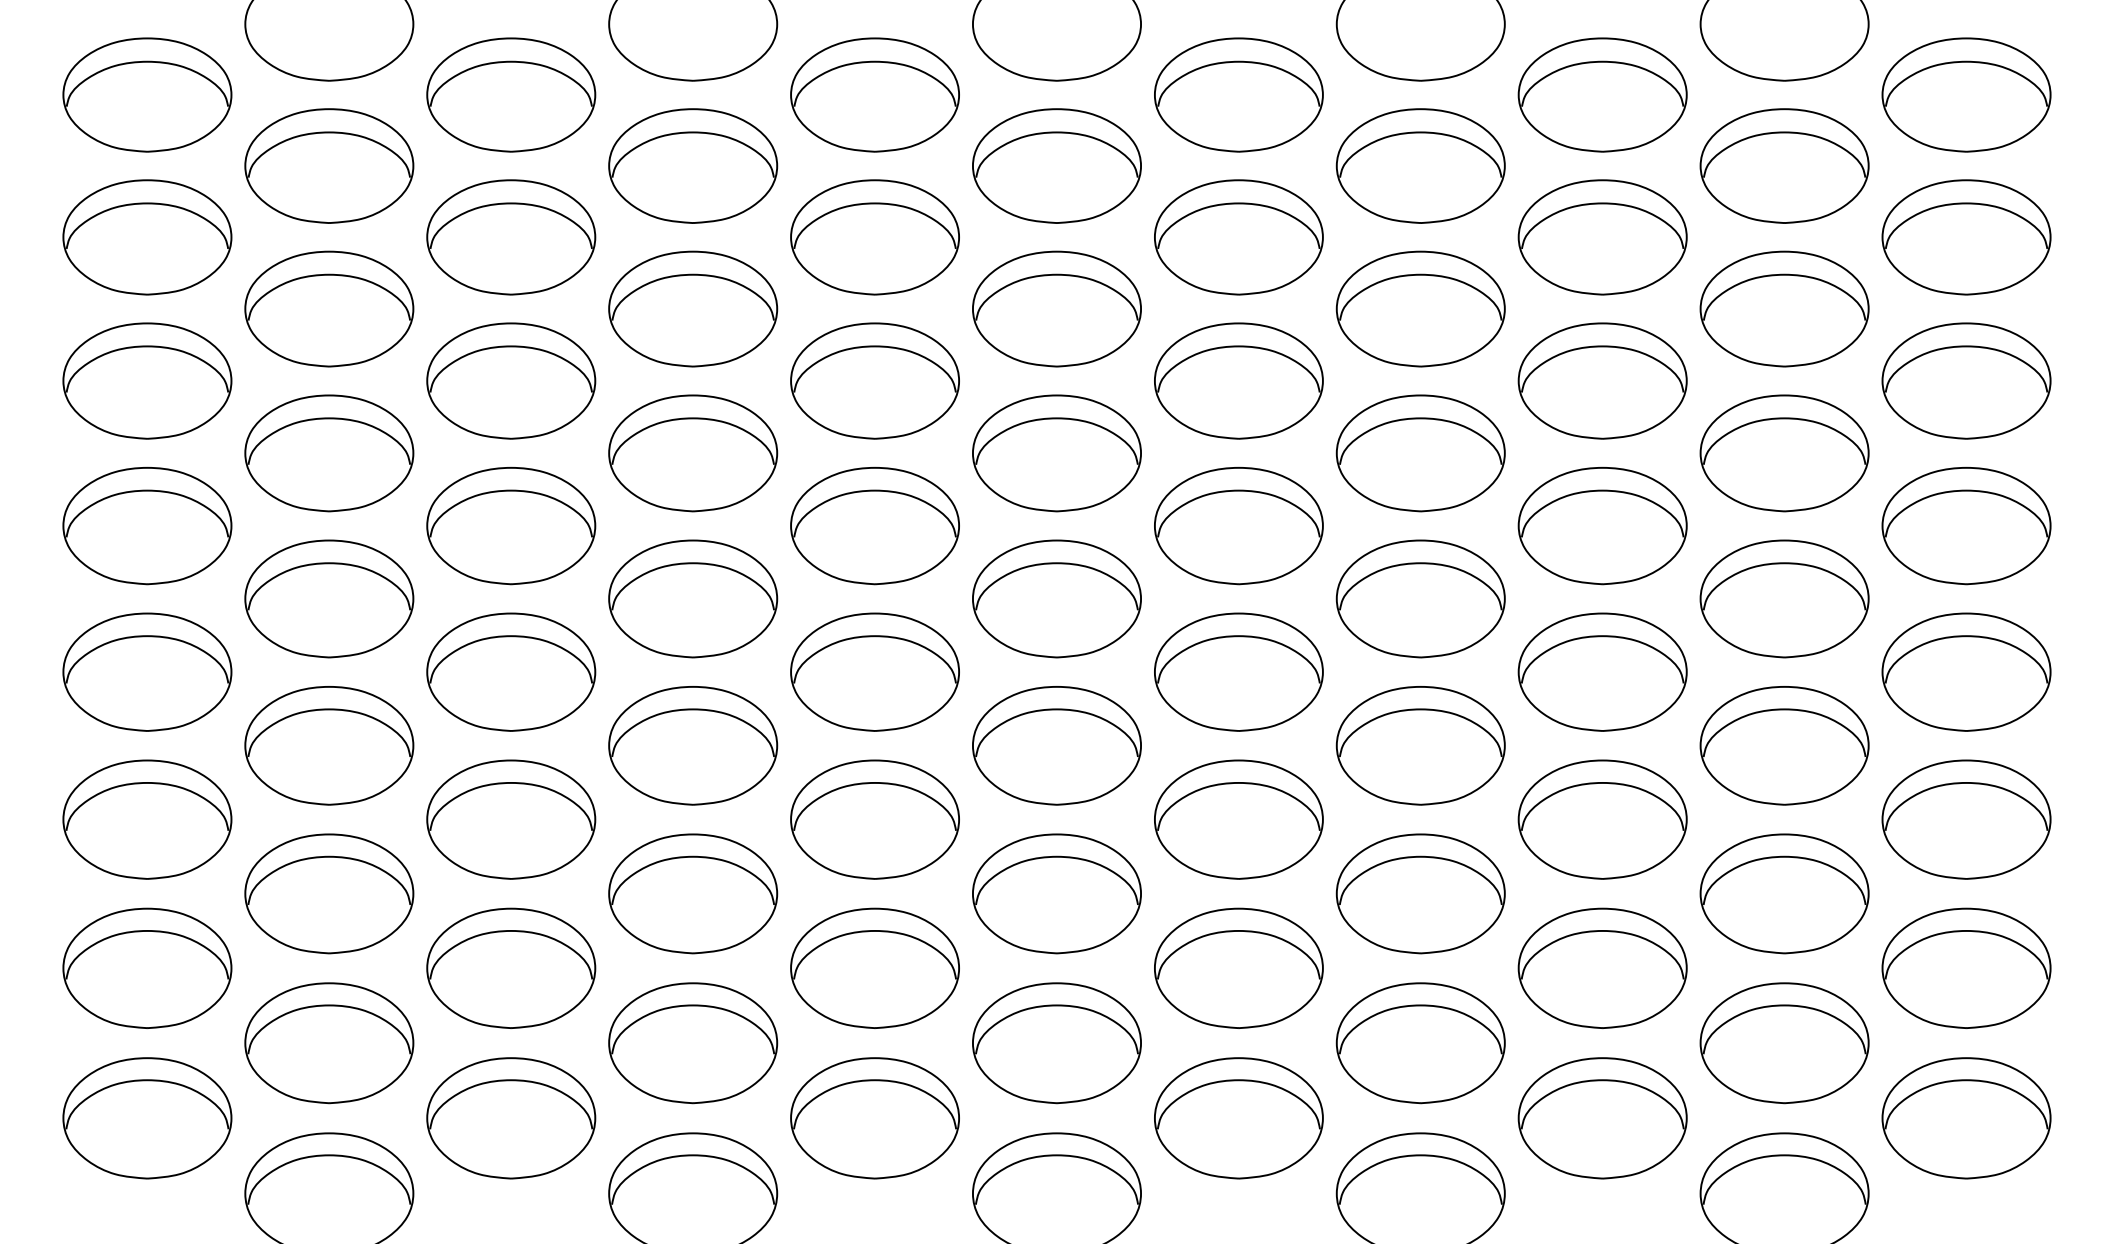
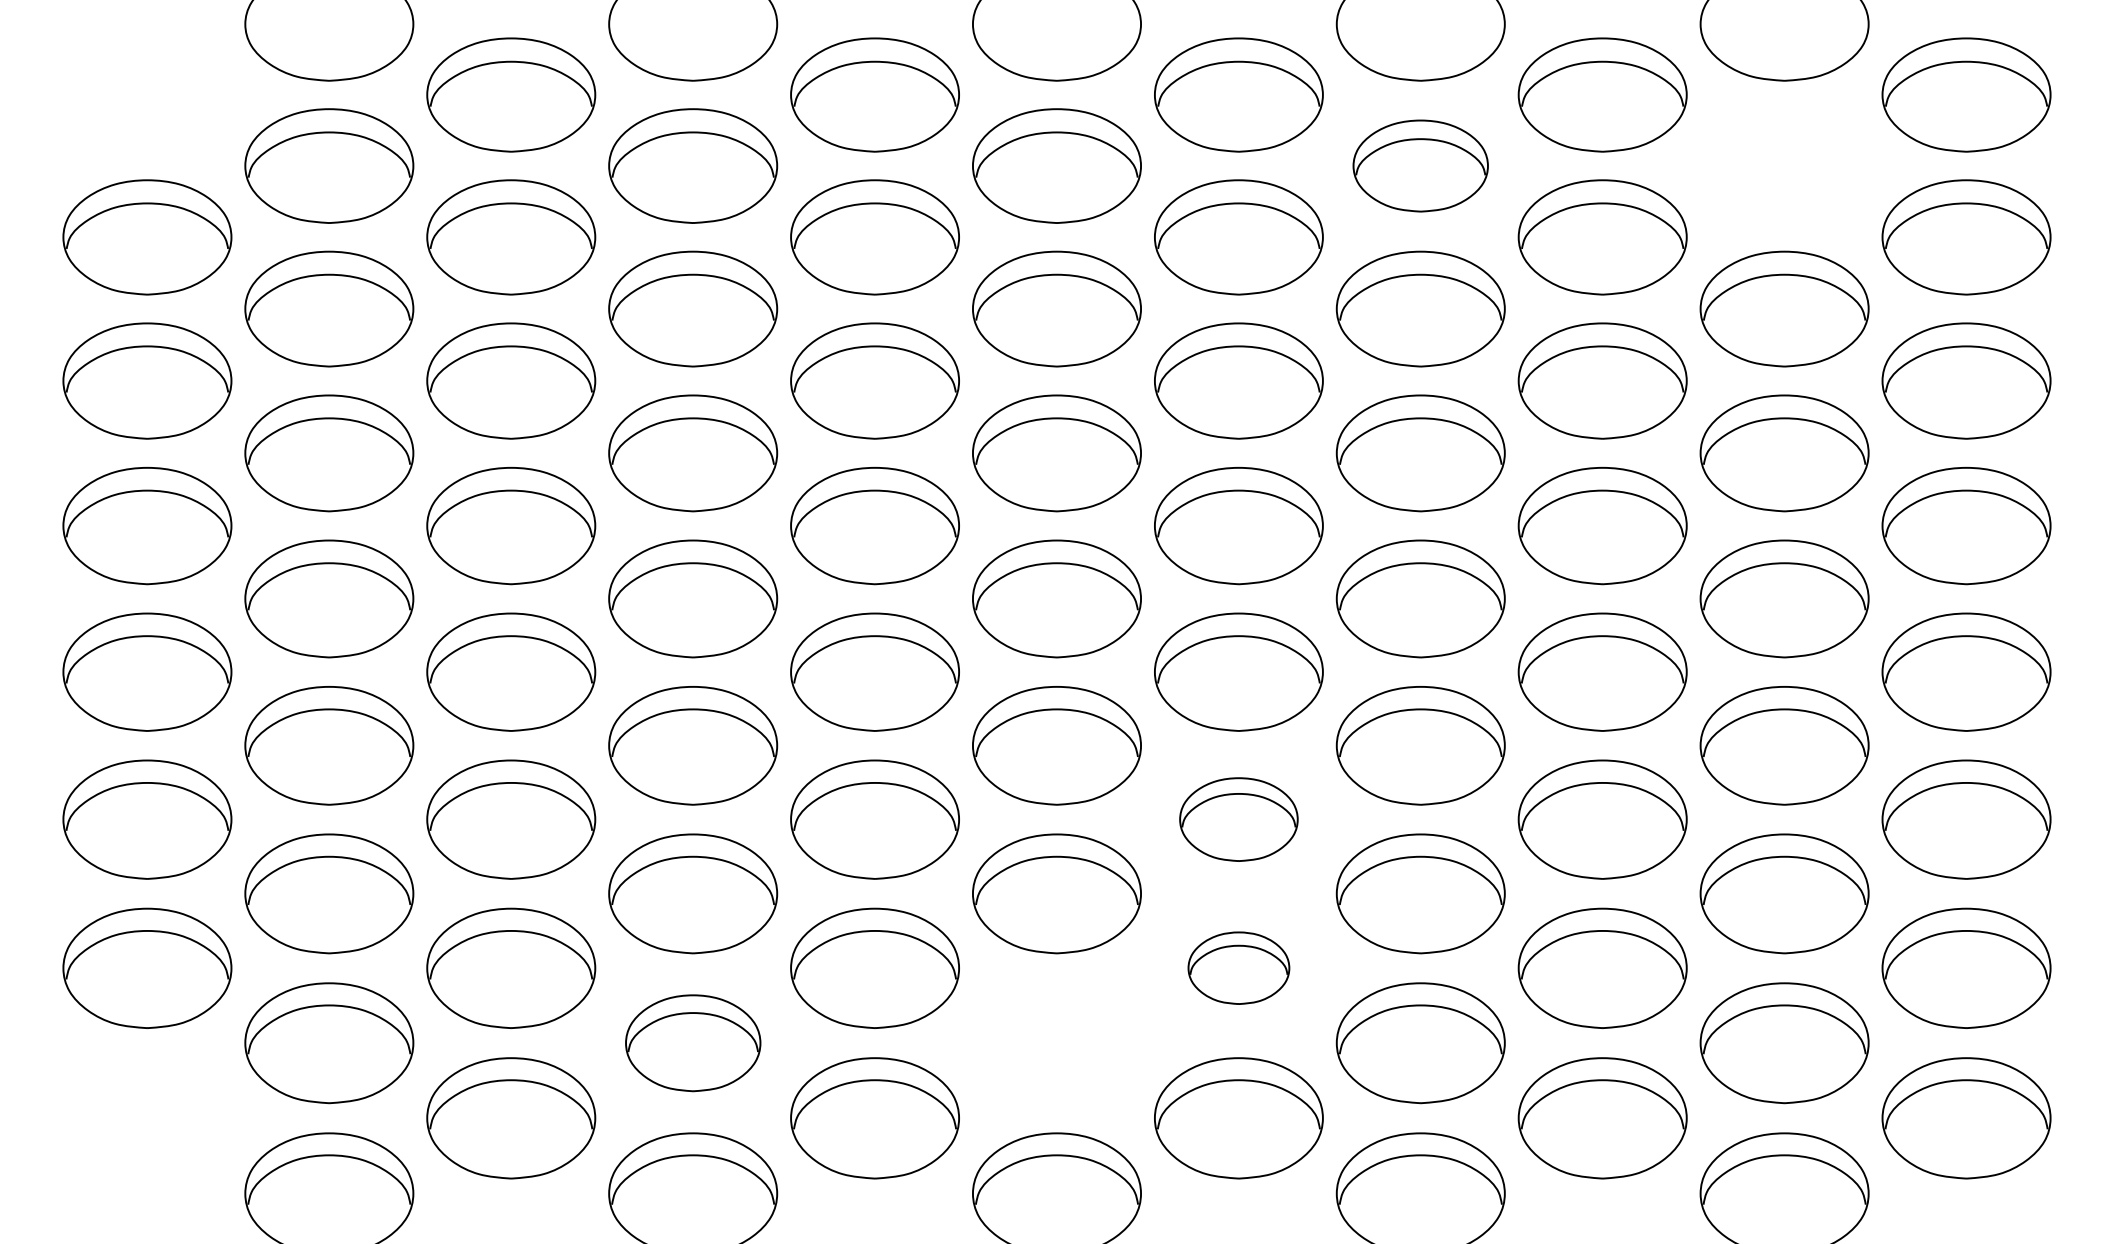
part at (147, 94): present -> none
part at (1420, 165) size: 171x116 px -> 137x94 px
part at (1784, 165): present -> none
part at (1238, 819) size: 170x121 px -> 120x85 px
part at (1238, 967) size: 170x122 px -> 104x74 px
part at (693, 1043) size: 171x123 px -> 137x99 px
part at (1056, 1043): present -> none
part at (147, 1118): present -> none
